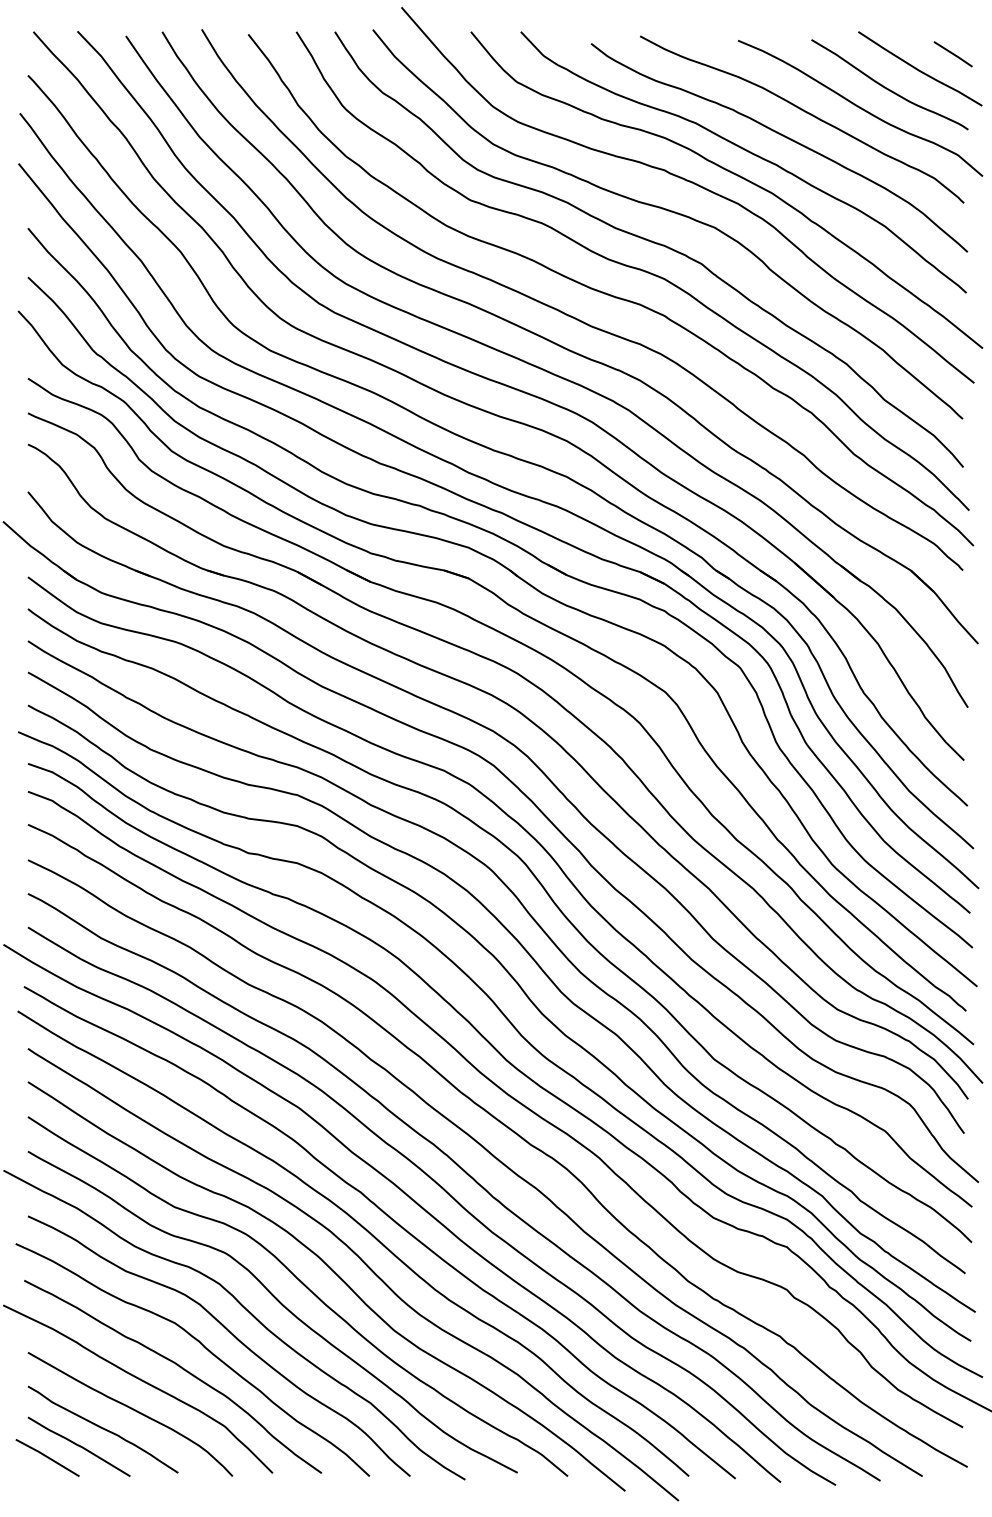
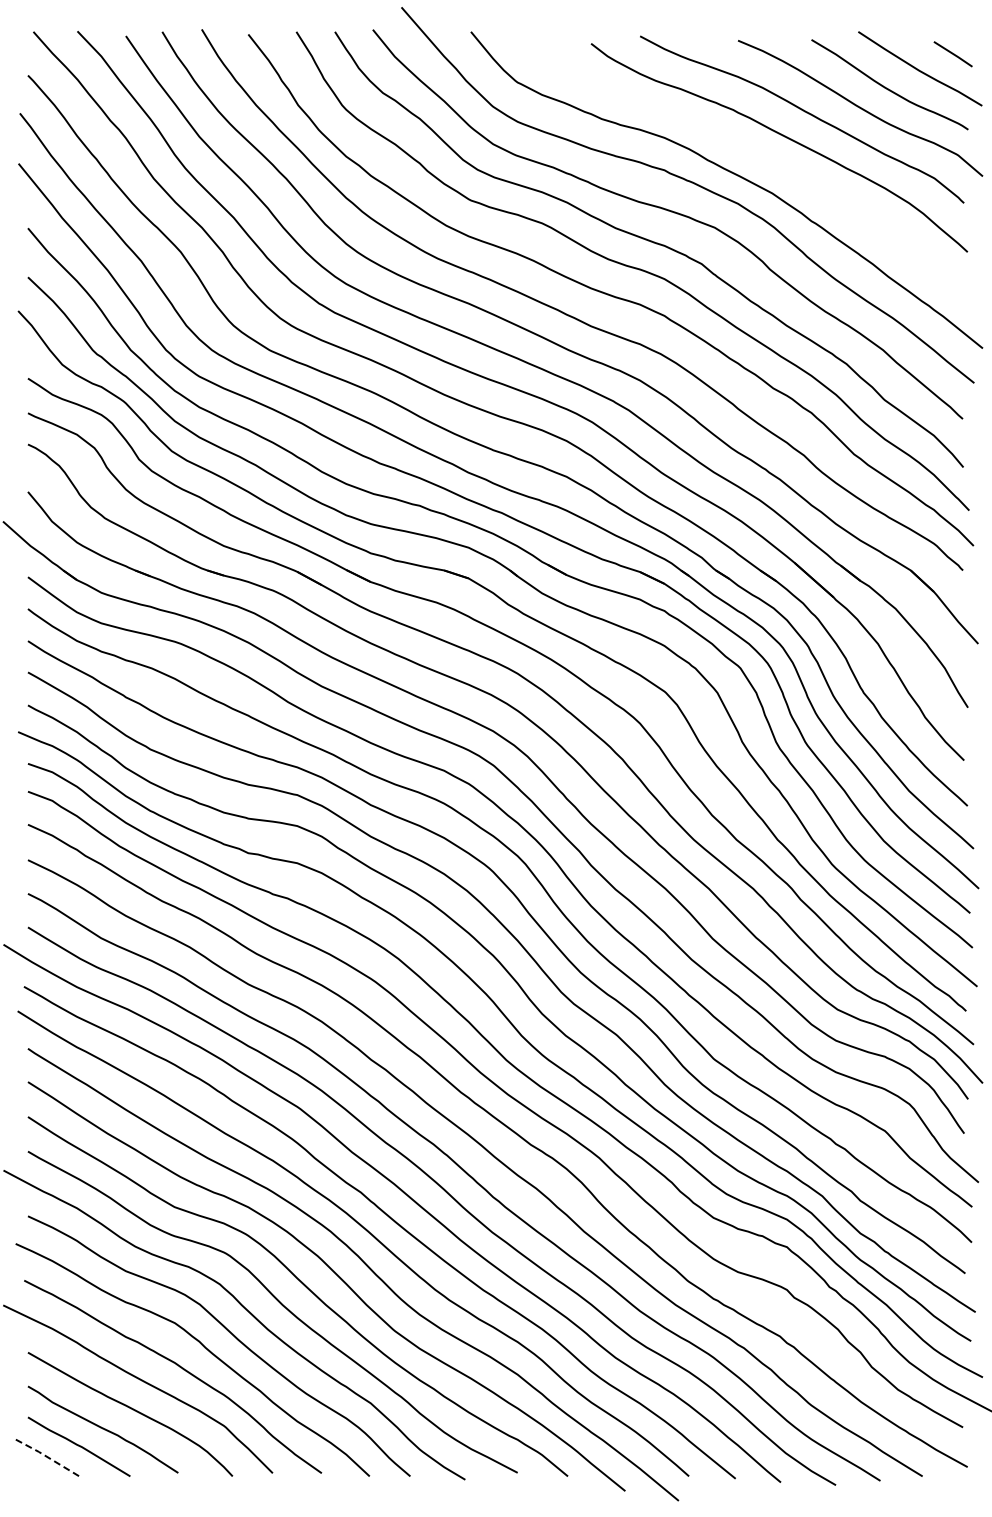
curve at (748, 152): present -> none
line at (47, 1457): solid -> dashed
